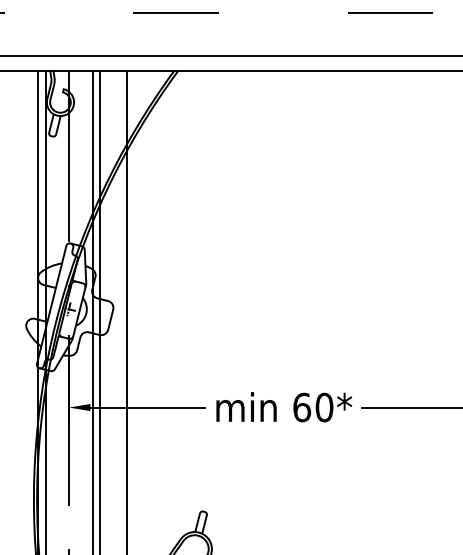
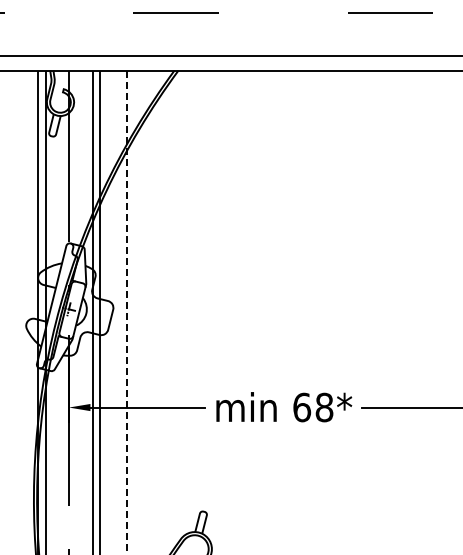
line at (126, 312): solid -> dashed
text at (324, 407): 60* -> 68*
